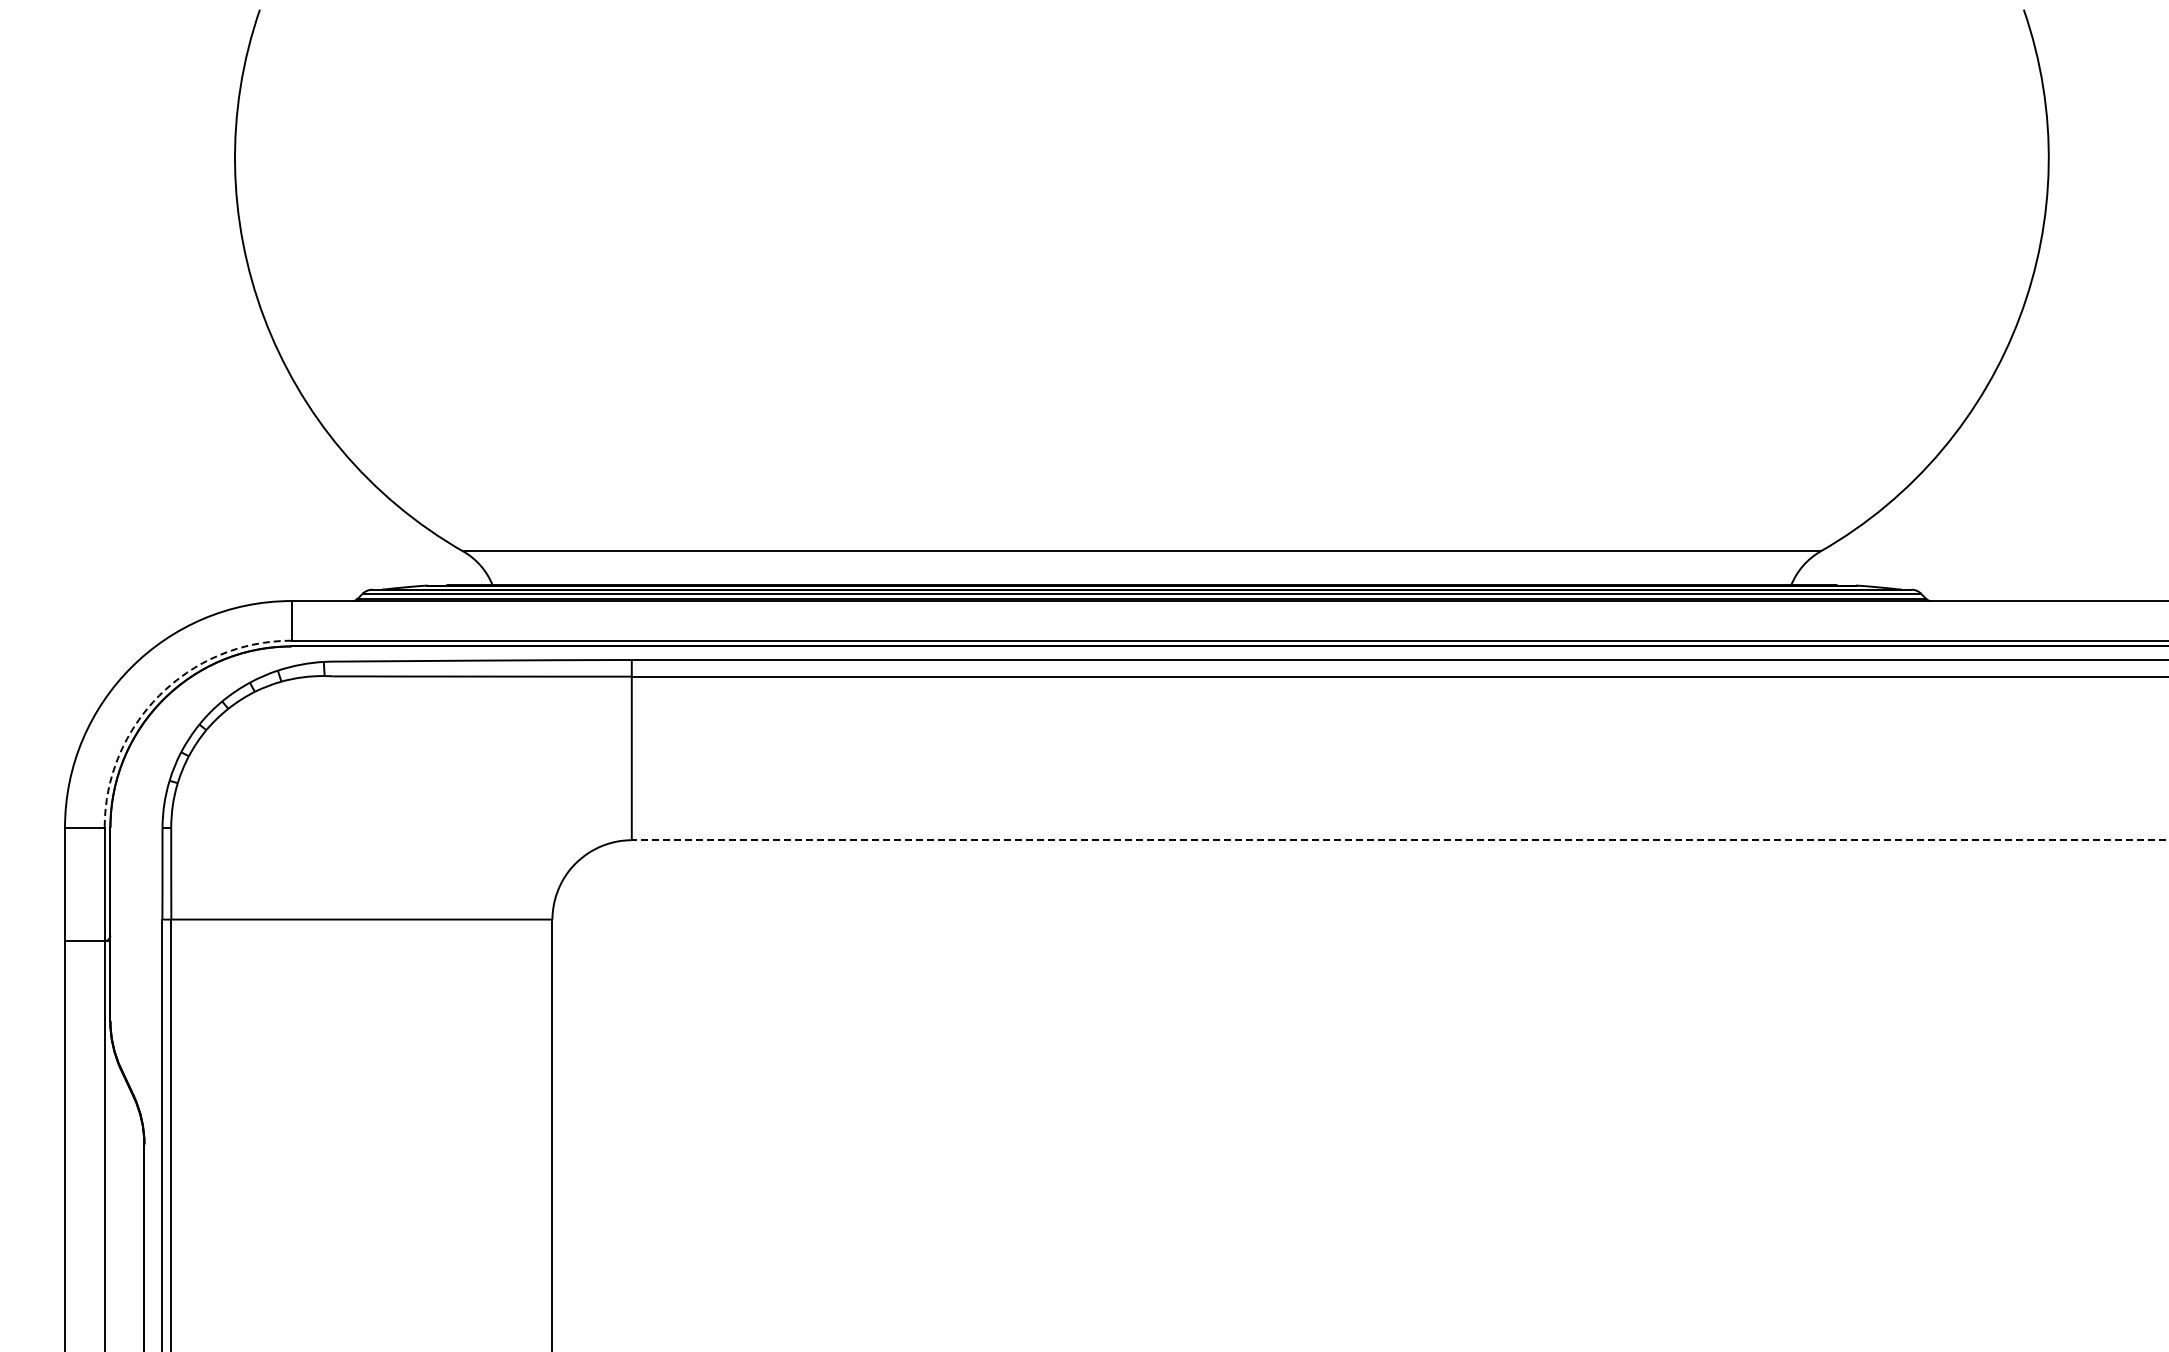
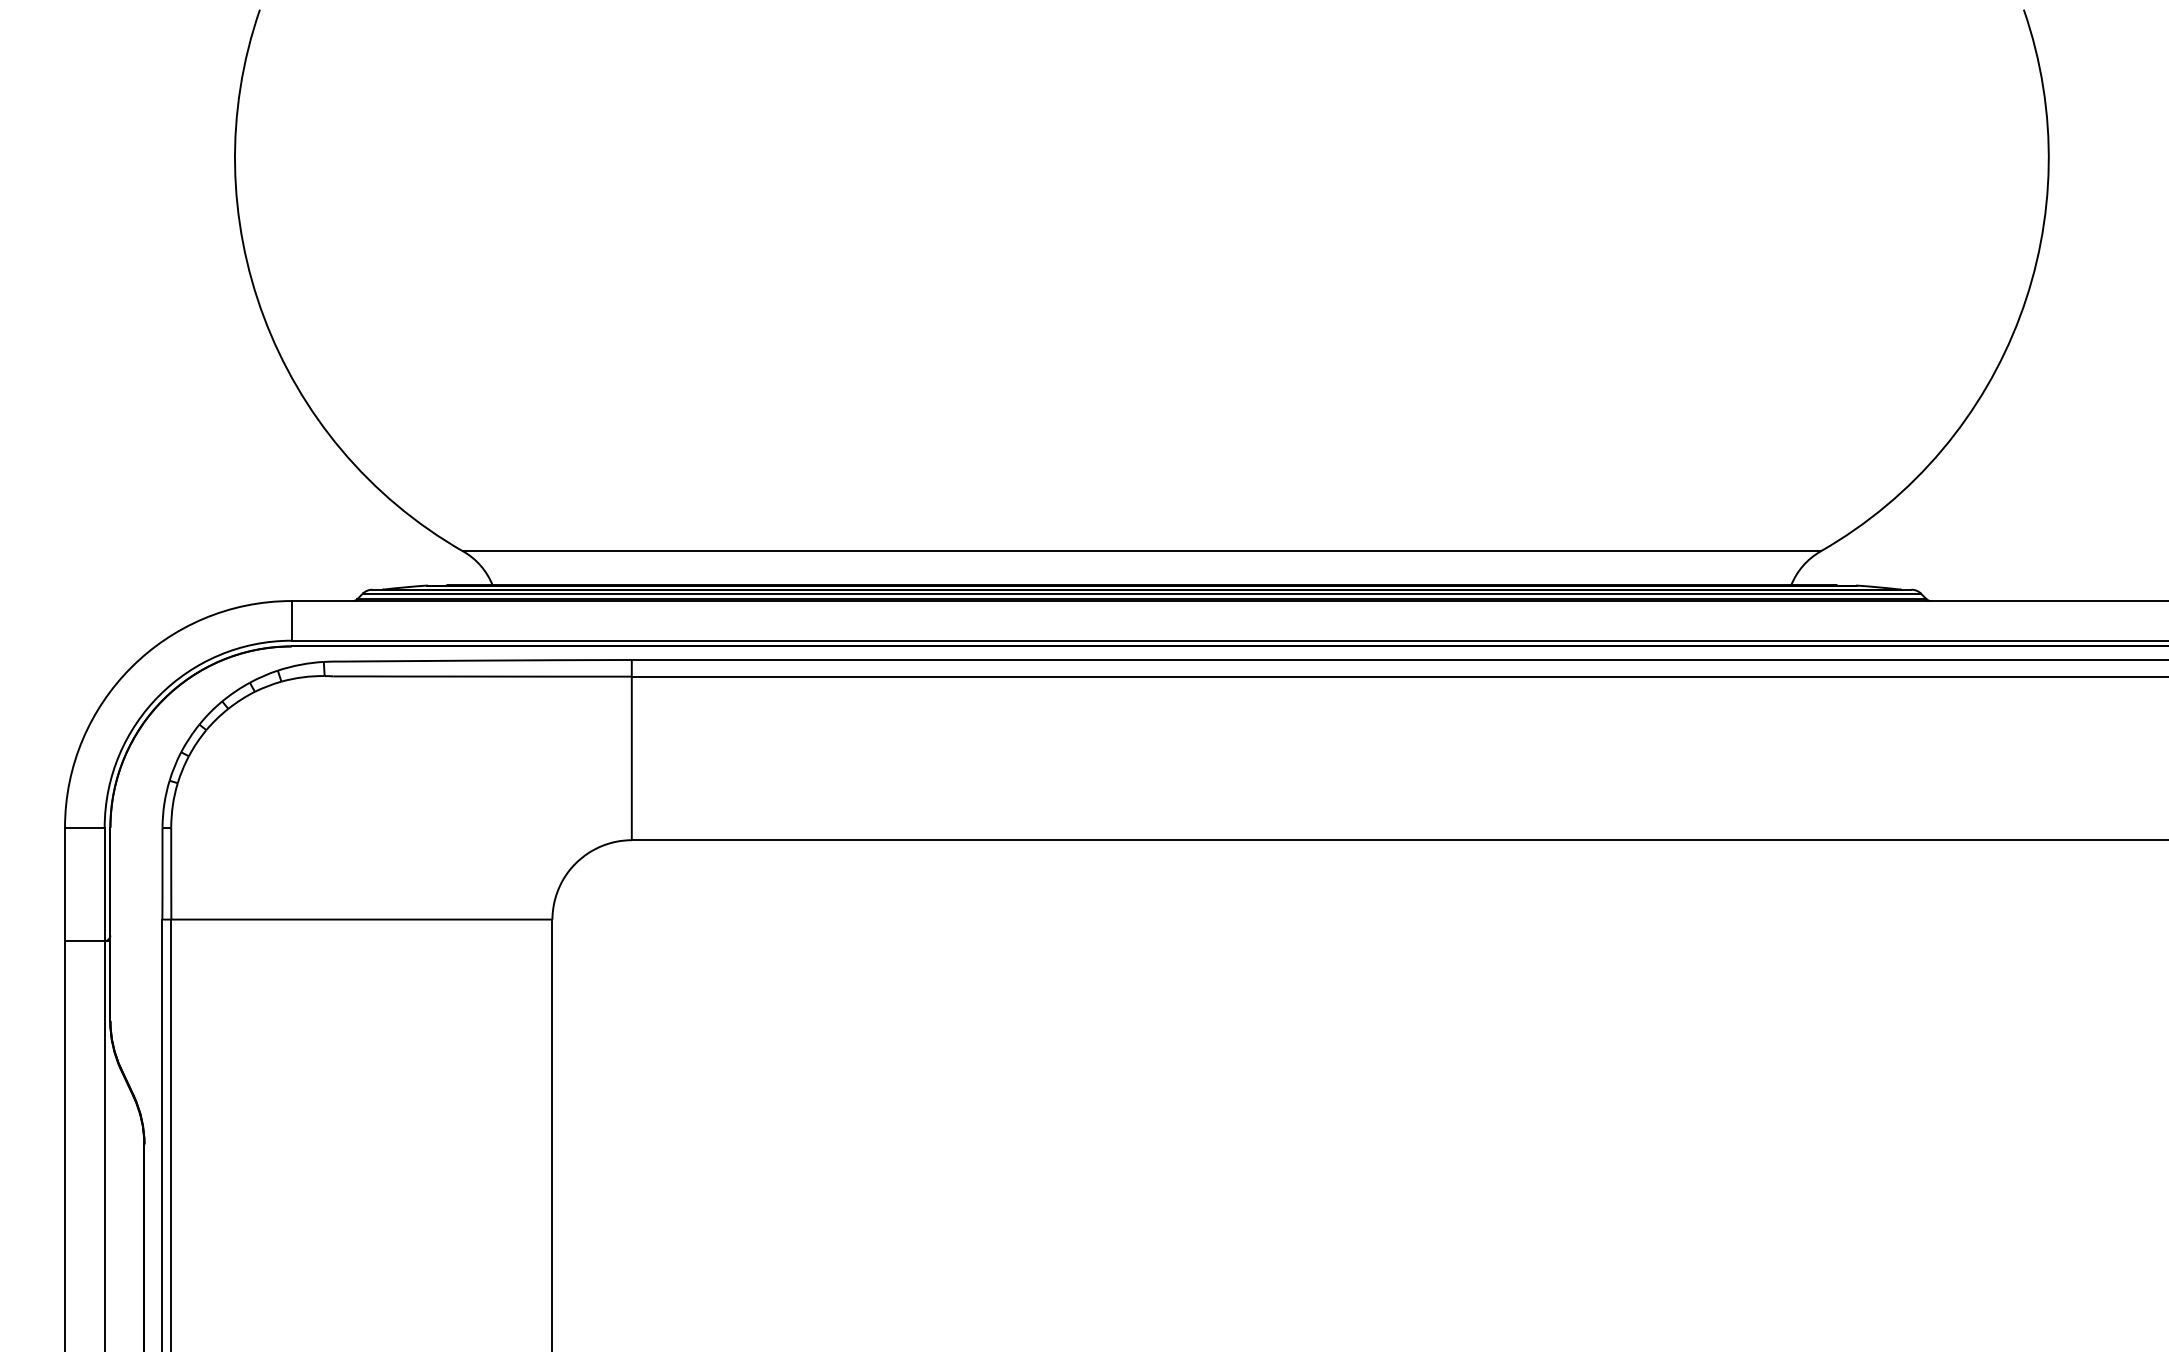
arc at (159, 695): dashed -> solid
line at (1399, 840): dashed -> solid
